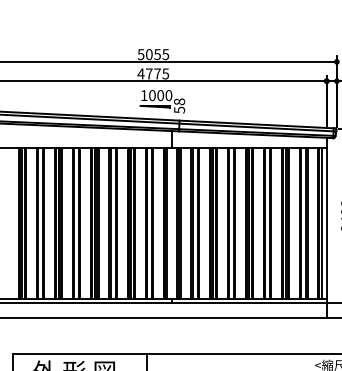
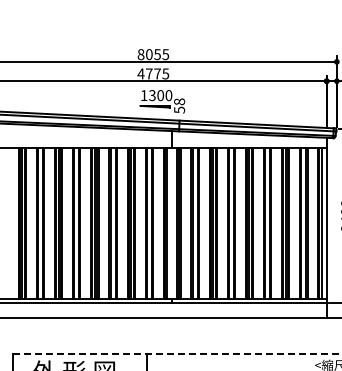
text at (140, 54): 5055 -> 8055
text at (152, 95): 1000 -> 1300
line at (177, 354): solid -> dashed
